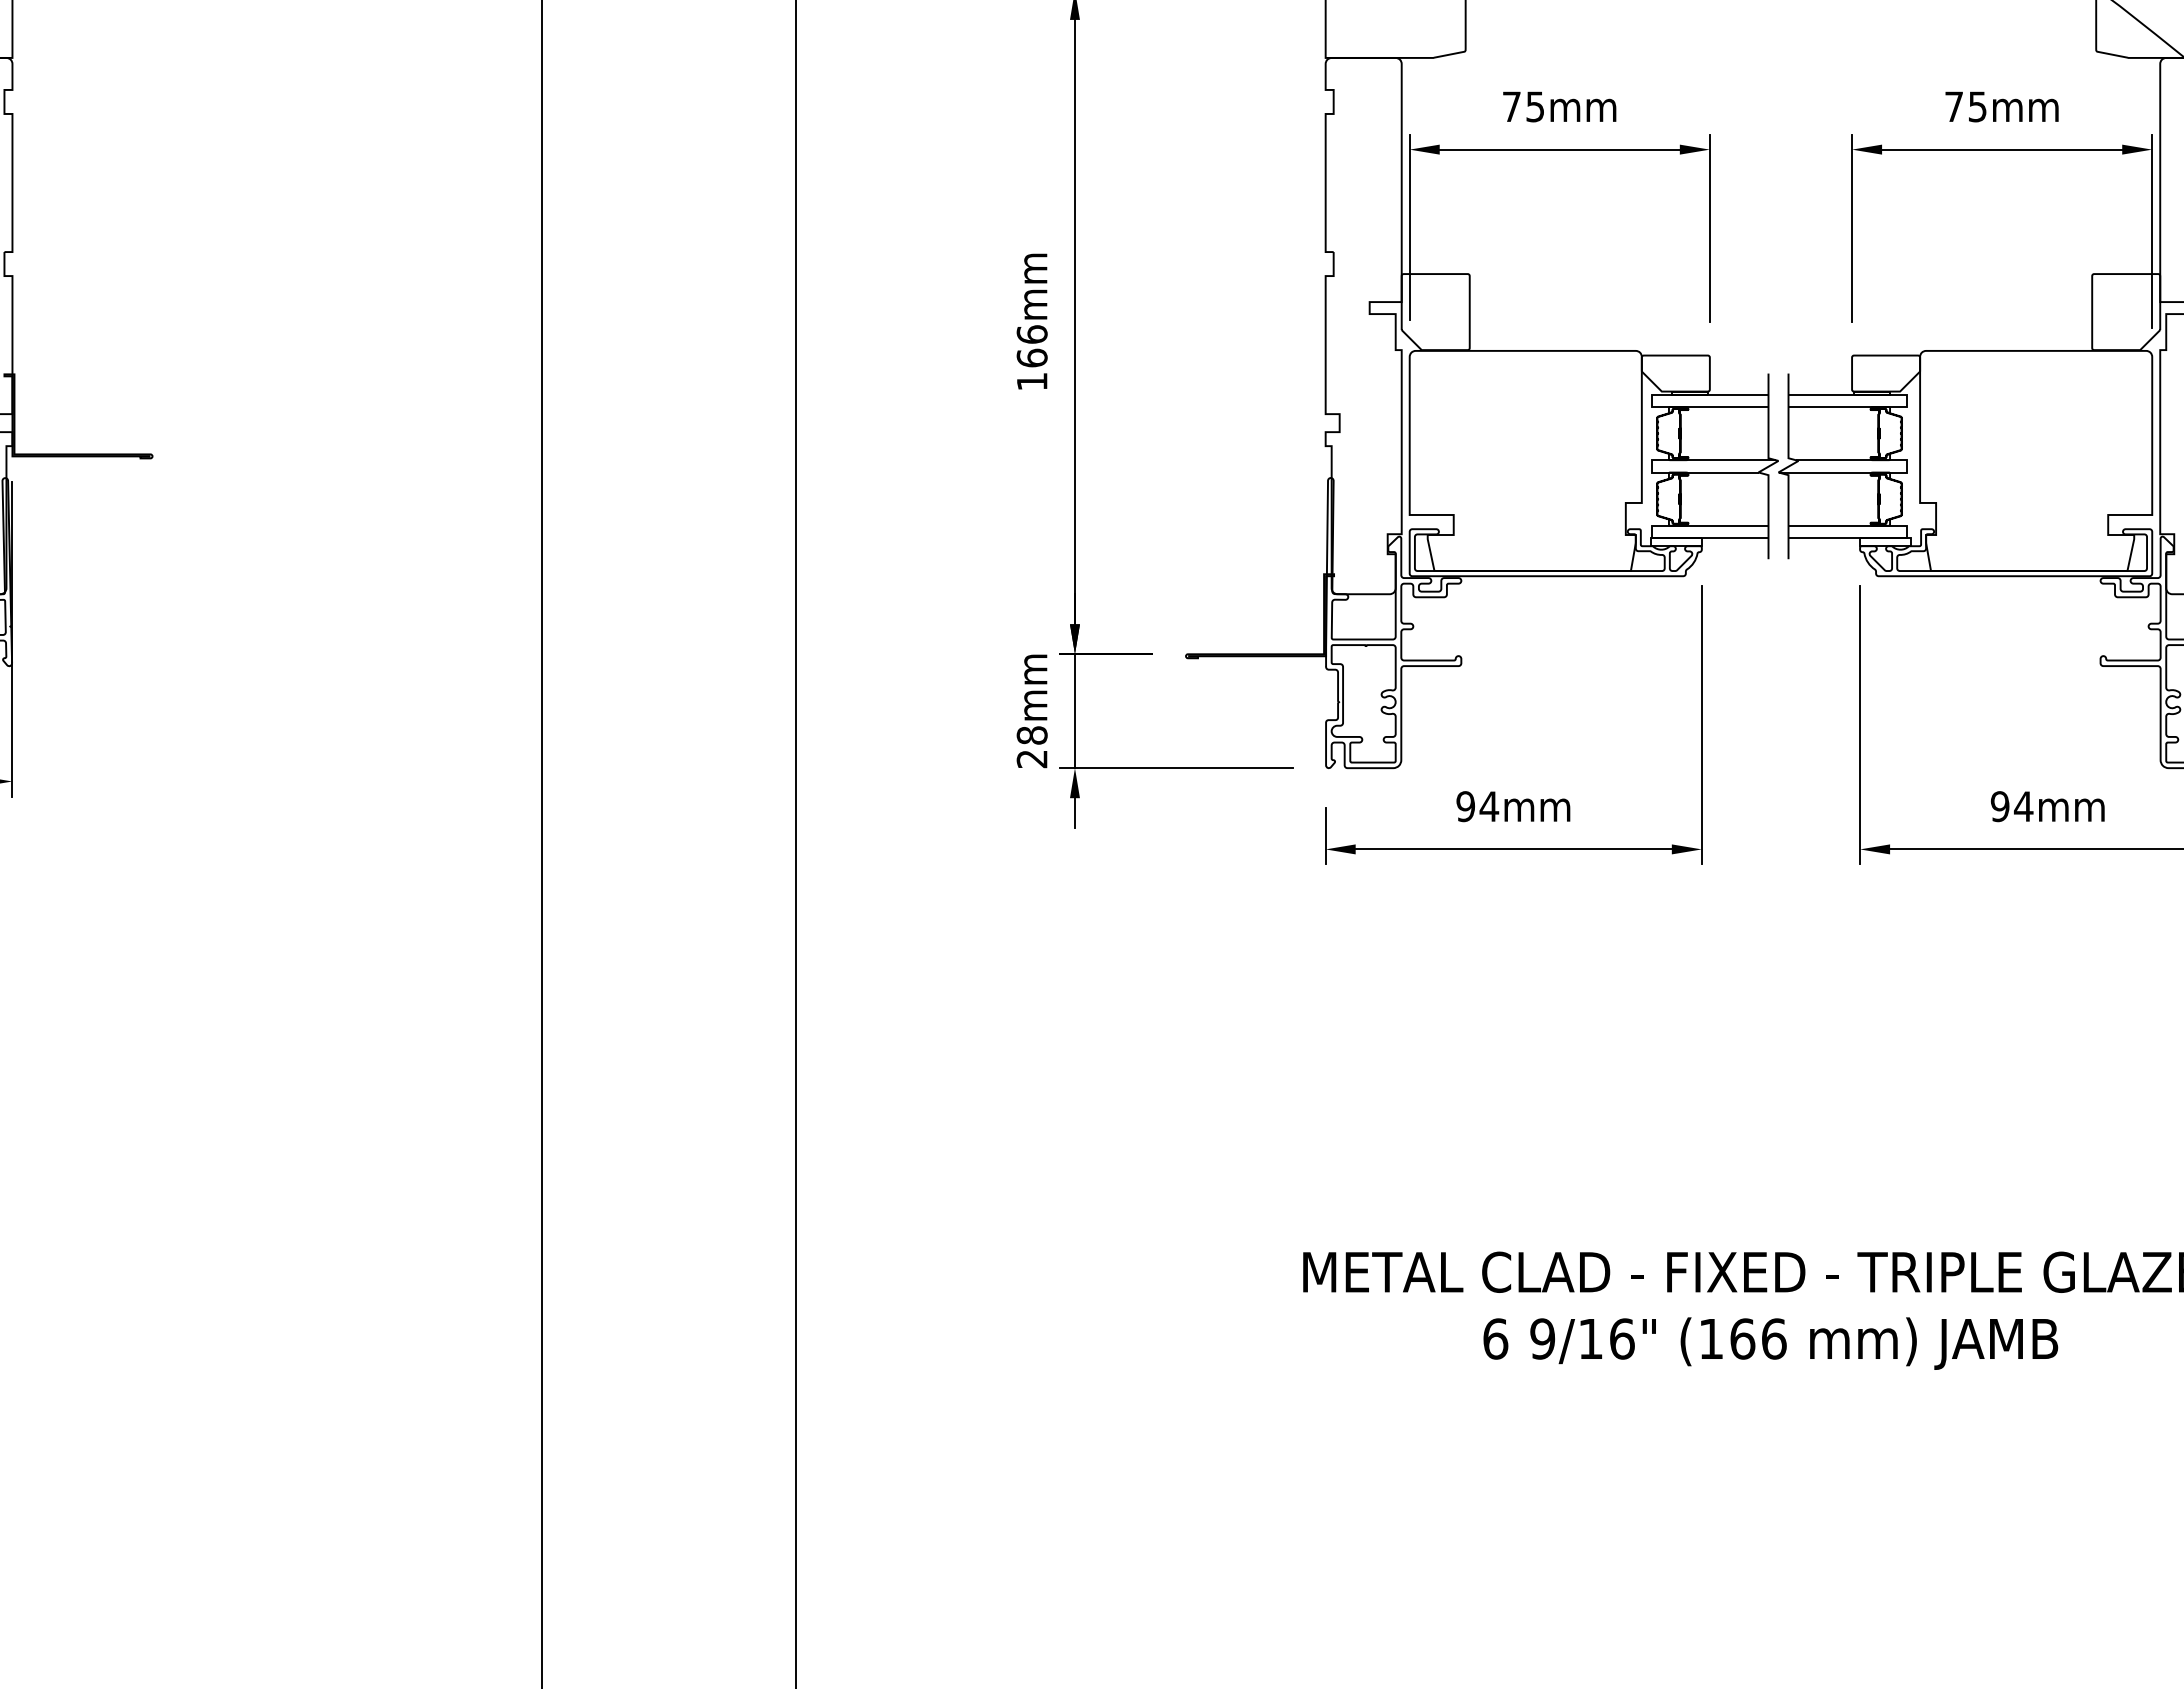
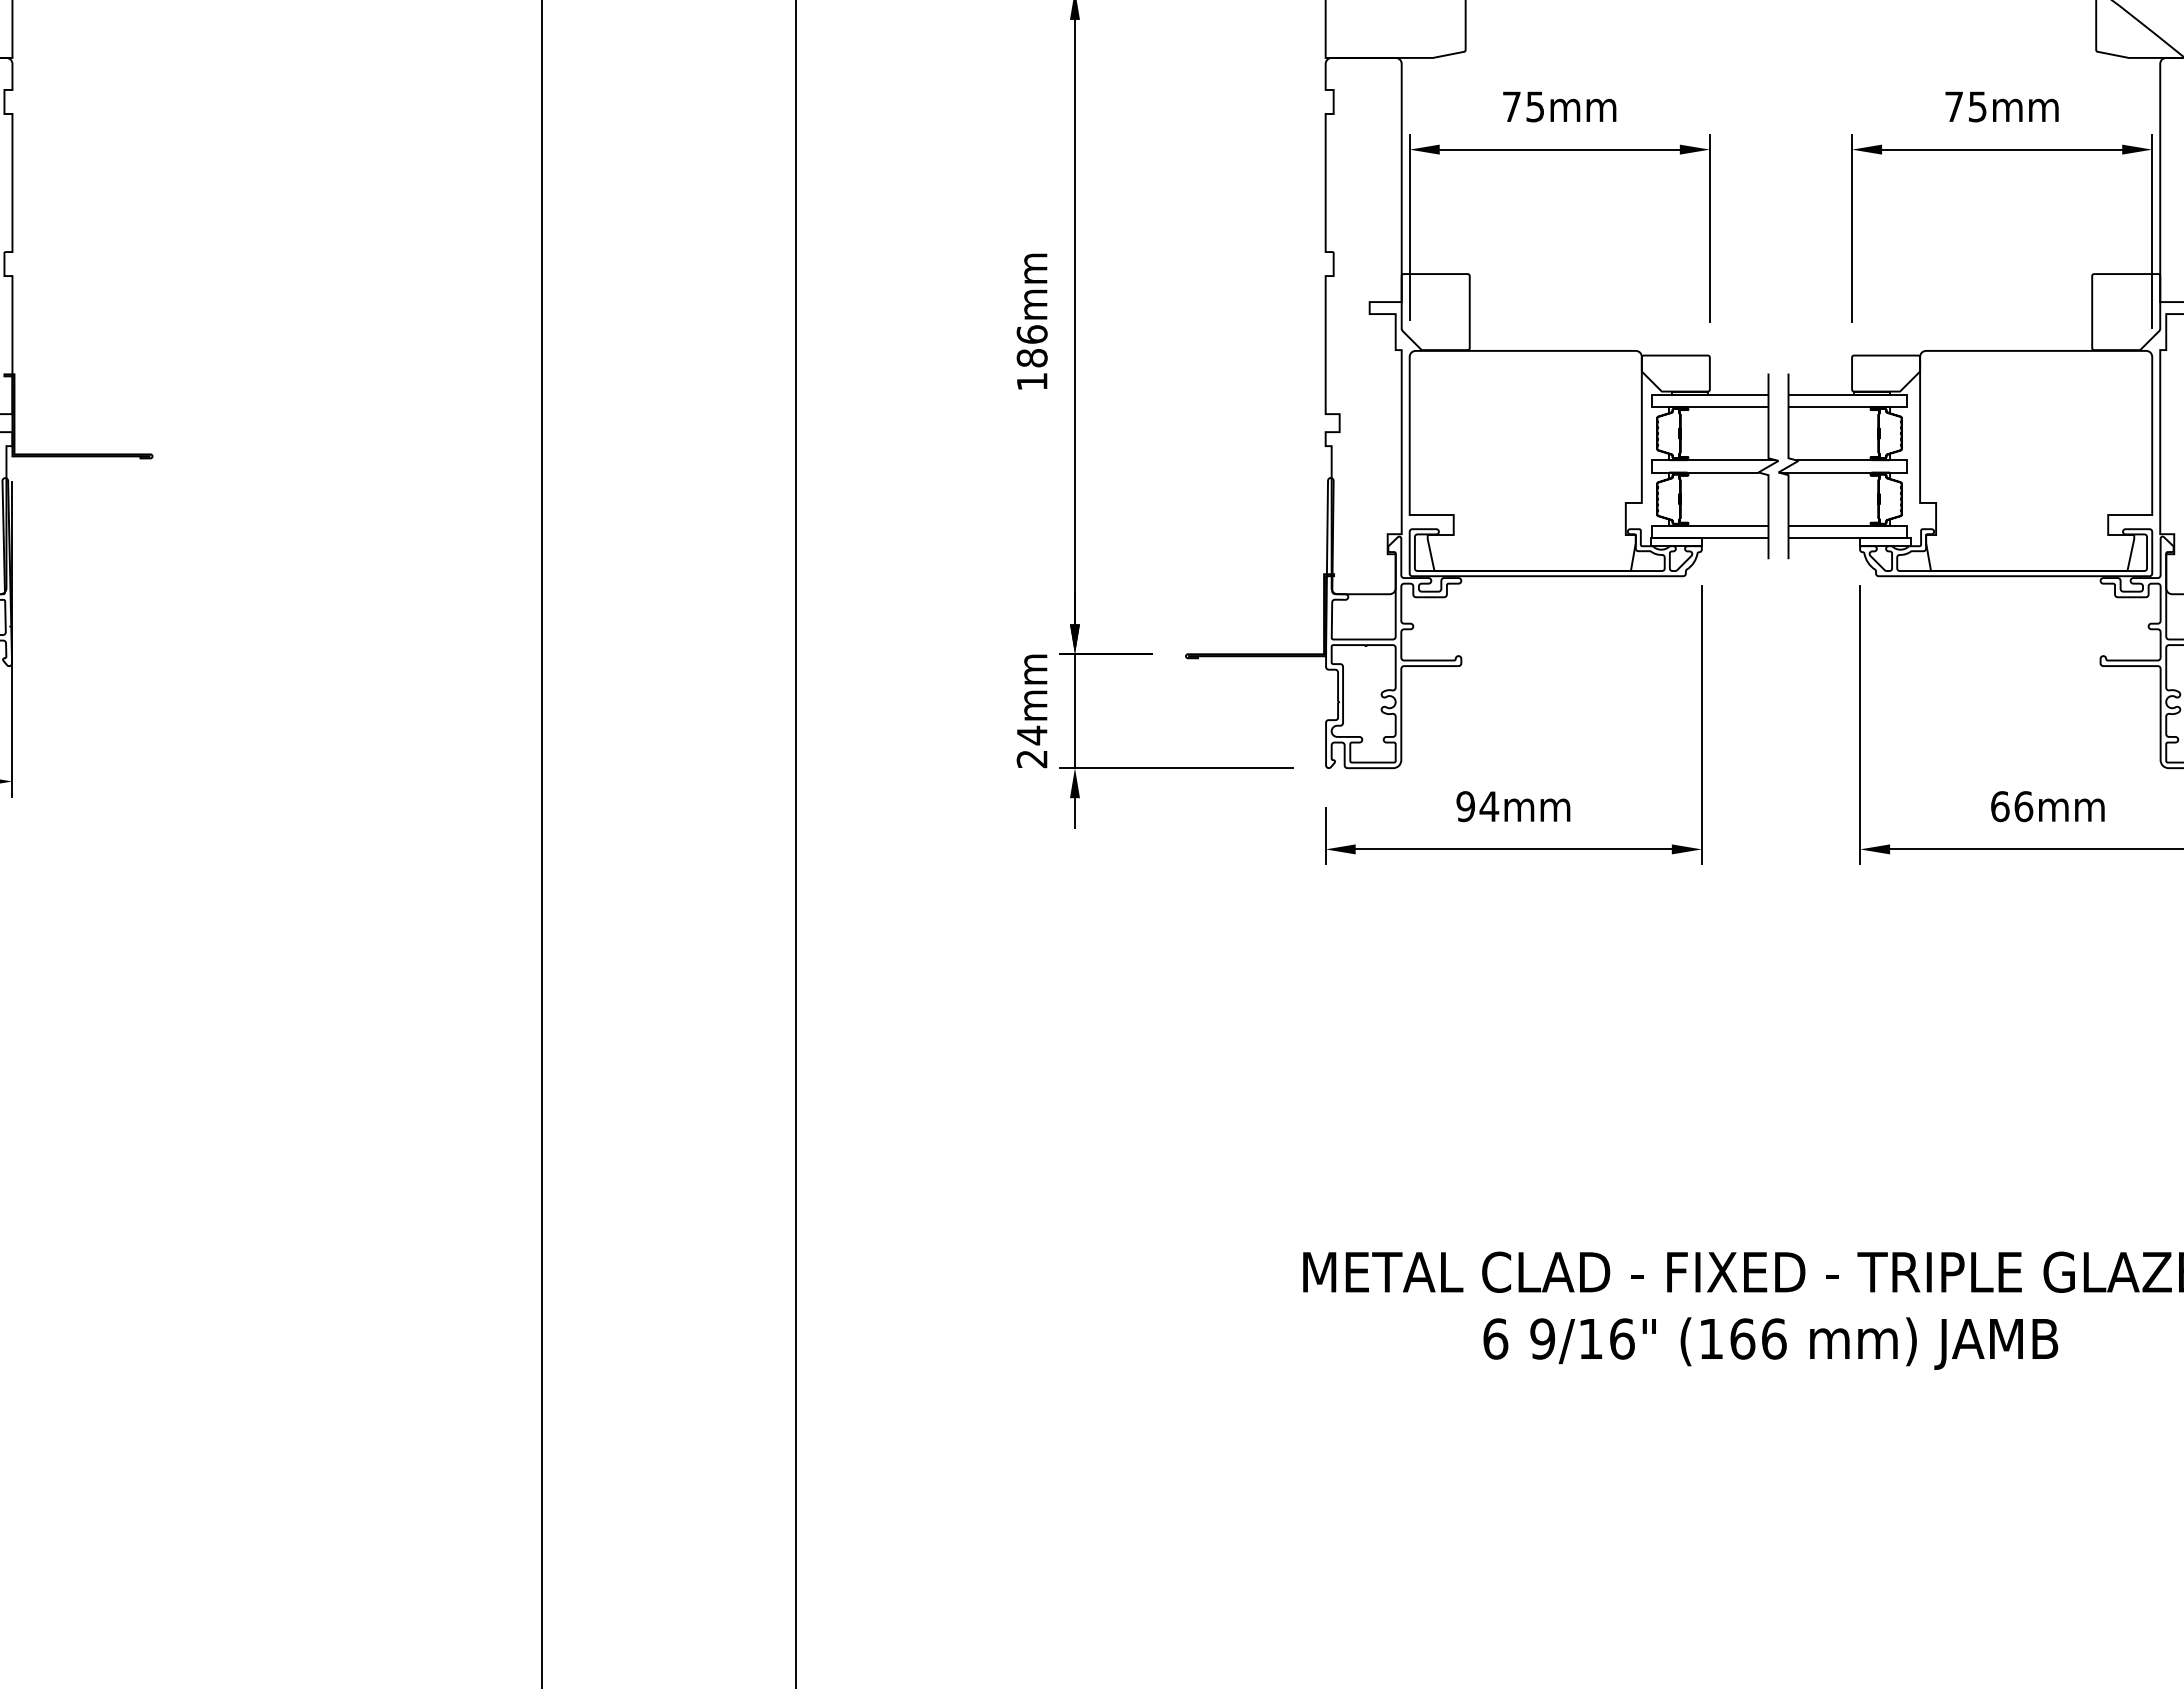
text at (1031, 357): 166mm -> 186mm
text at (1031, 735): 28mm -> 24mm
text at (2011, 806): 94mm -> 66mm
